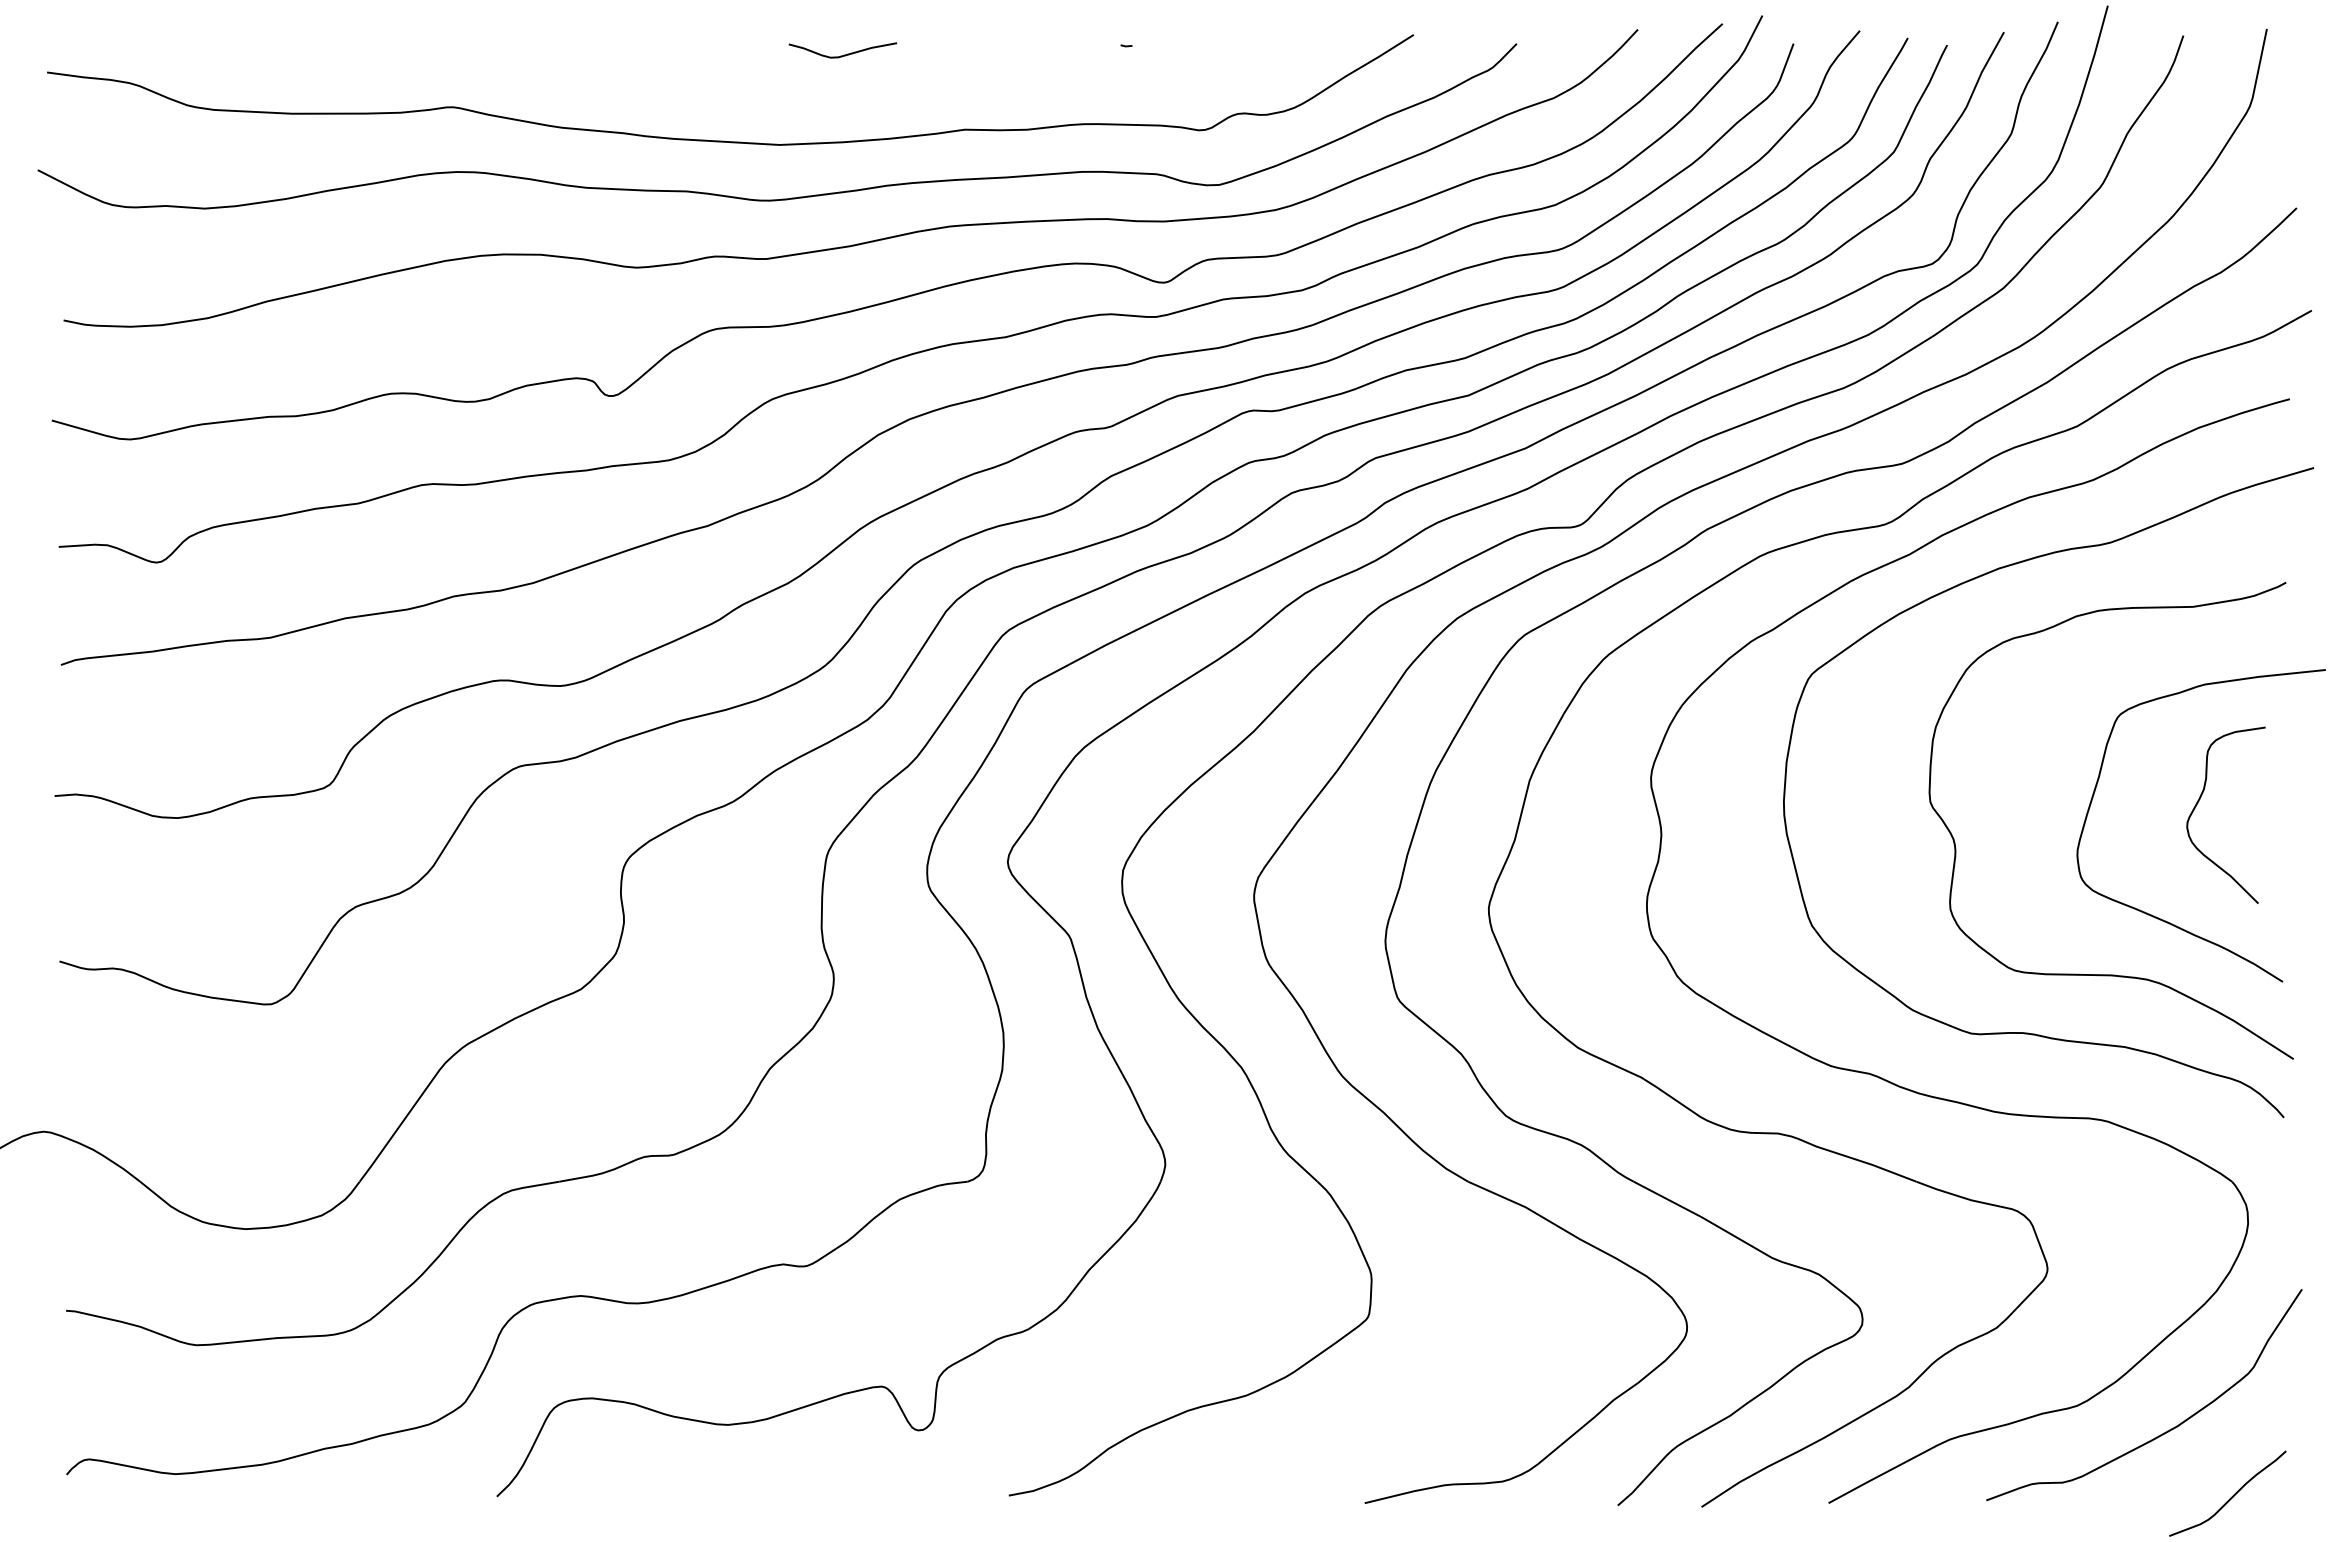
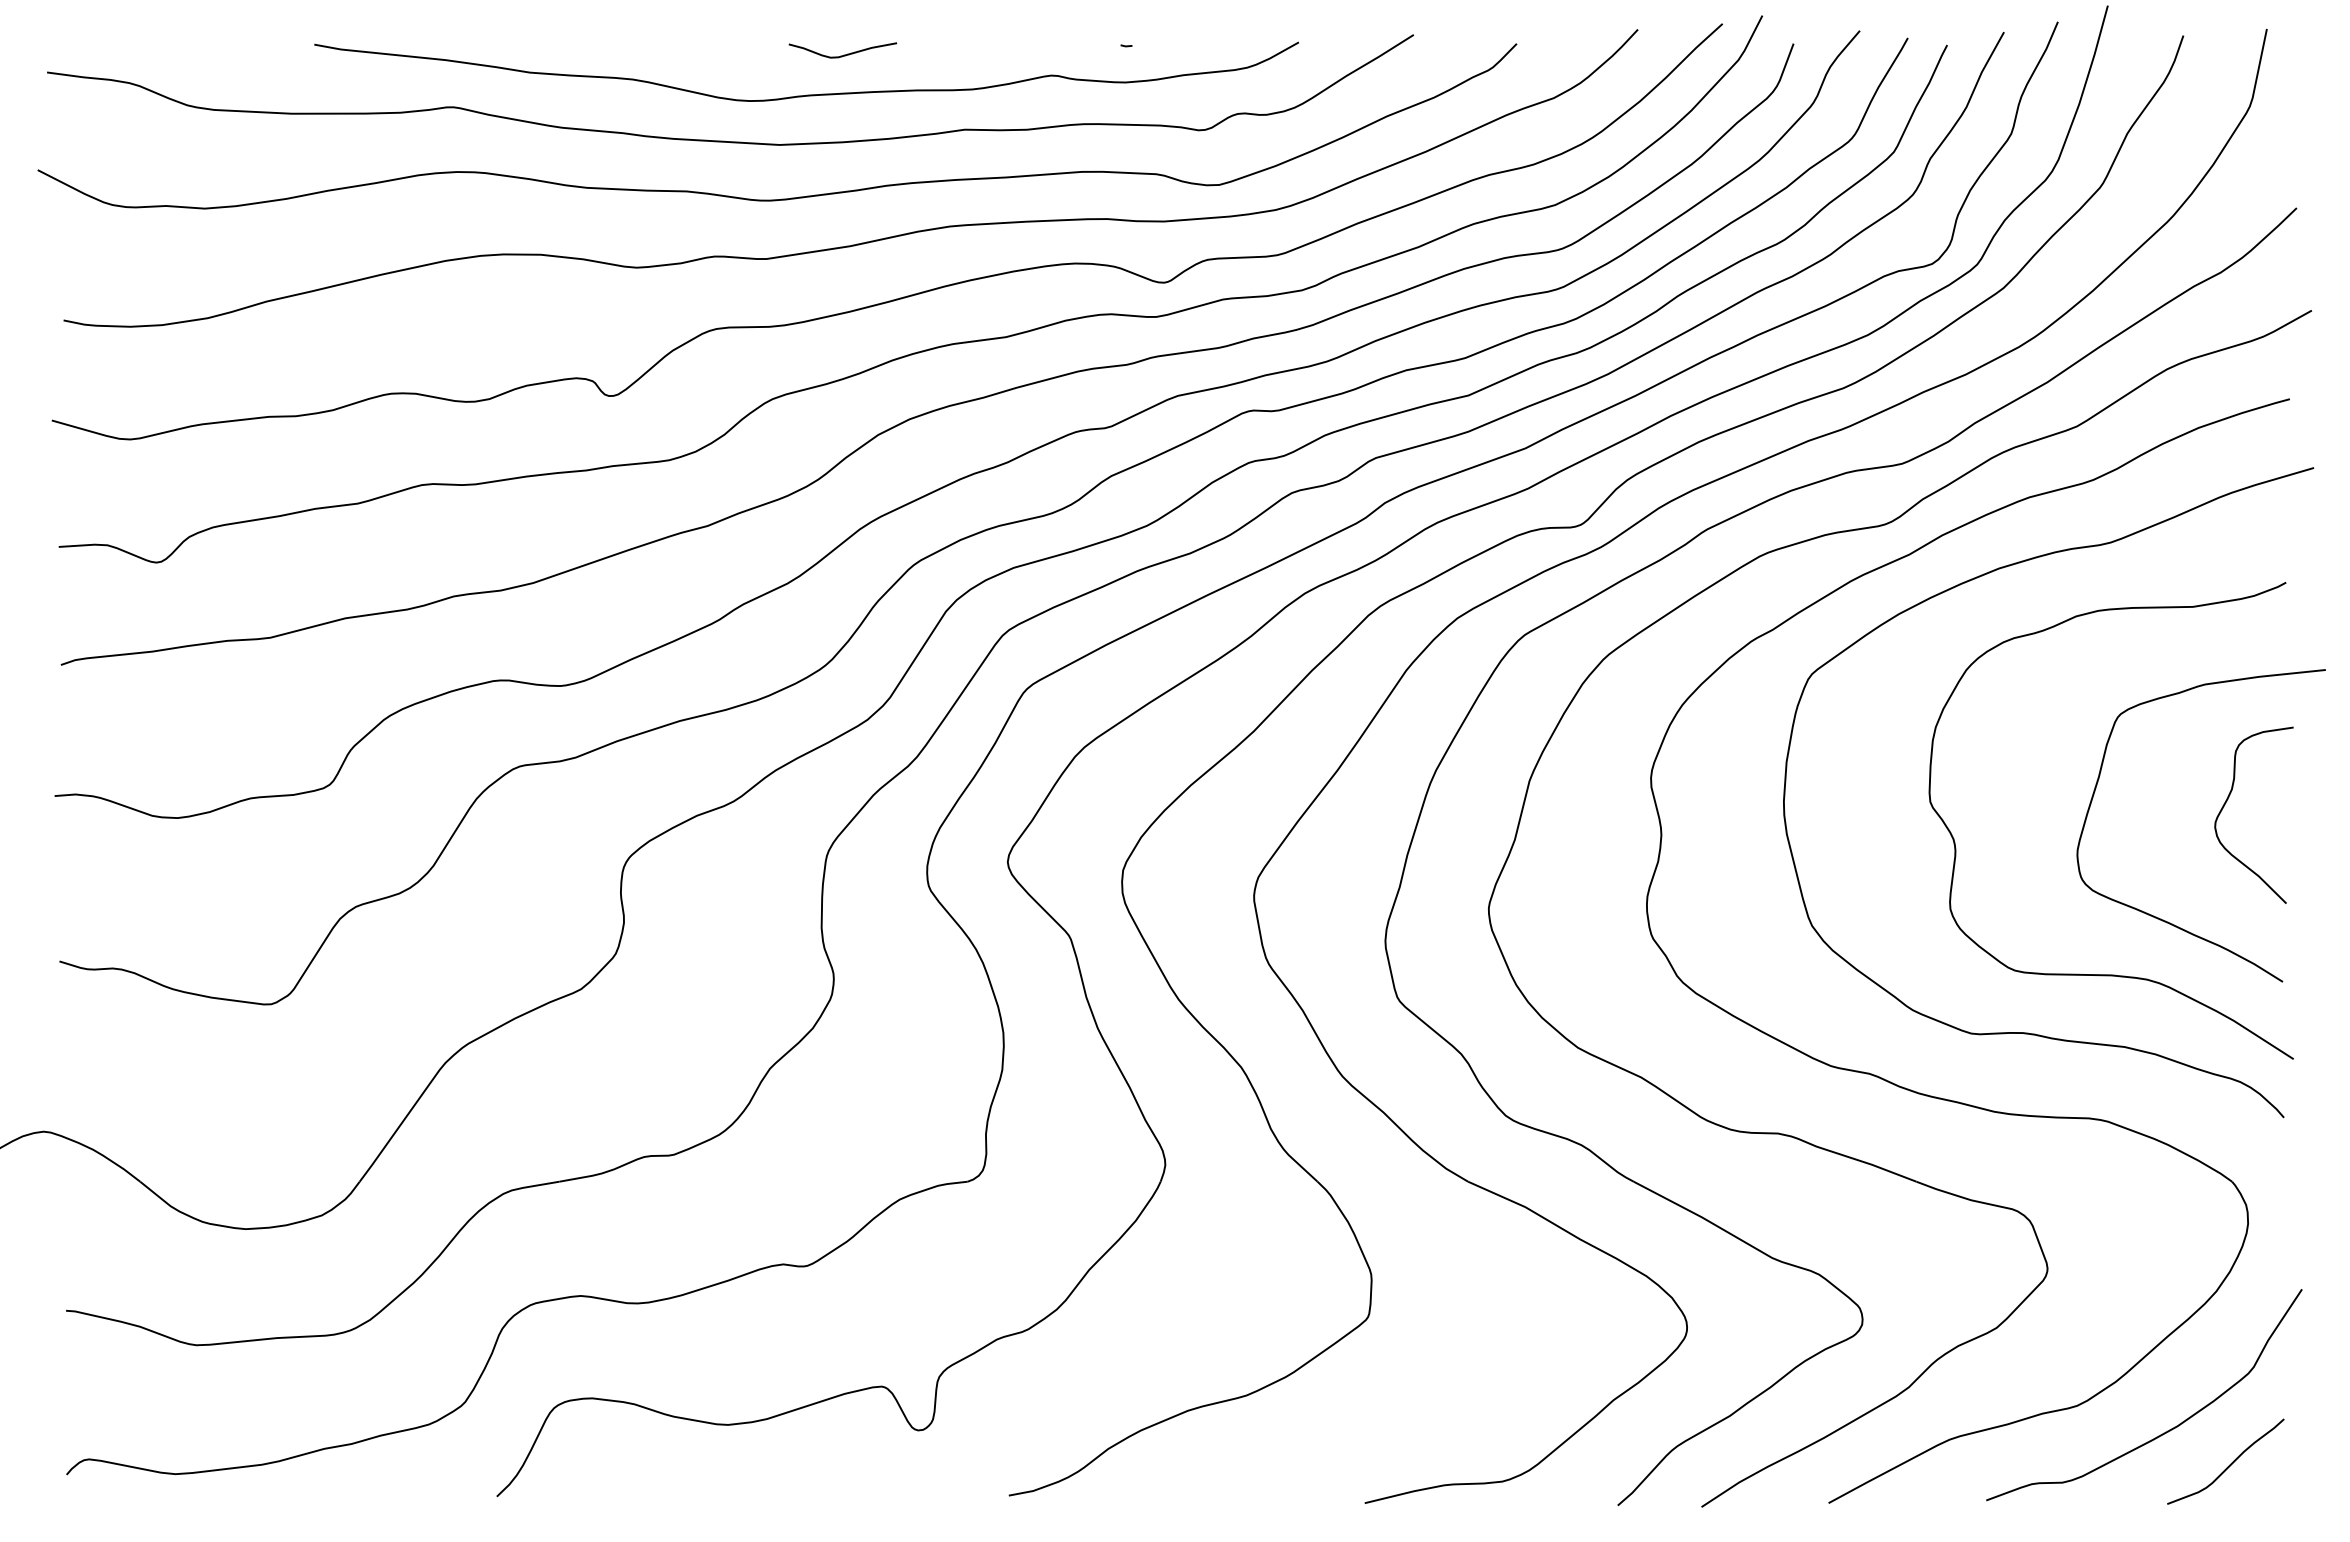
curve at (806, 94): none -> present
curve at (2199, 801) position: (2199, 801) -> (2227, 801)
curve at (2231, 1496) position: (2231, 1496) -> (2229, 1464)
